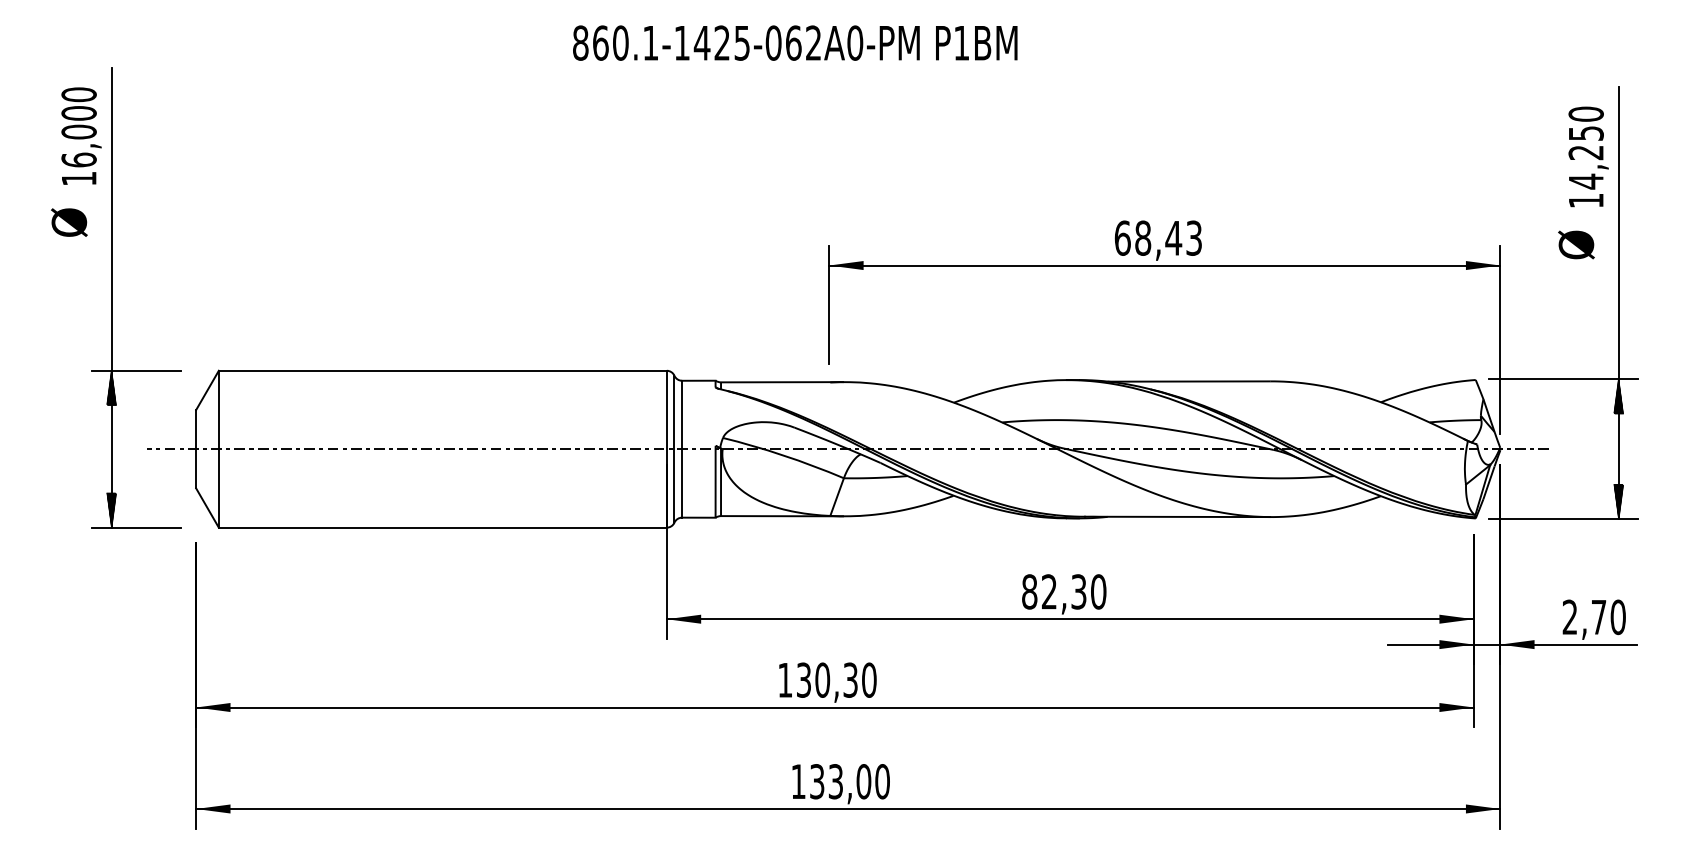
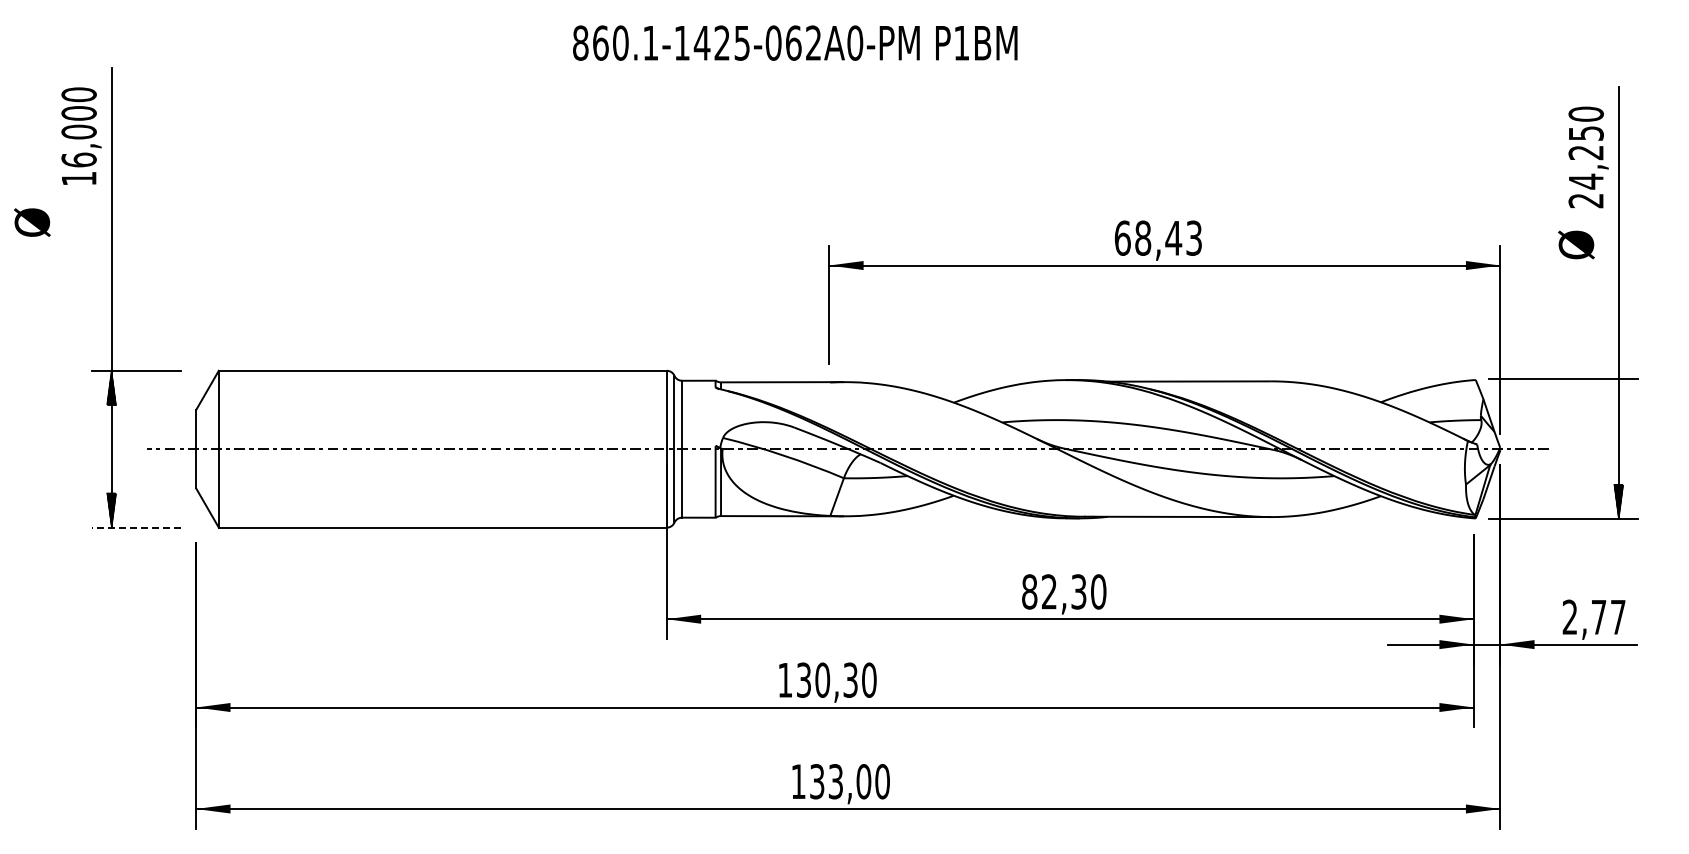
text at (1585, 201): 14,250 -> 24,250
text at (69, 222) position: (69, 222) -> (32, 222)
hatch at (1618, 396): present -> none
line at (135, 527): solid -> dashed
text at (1617, 617): 2,70 -> 2,77
